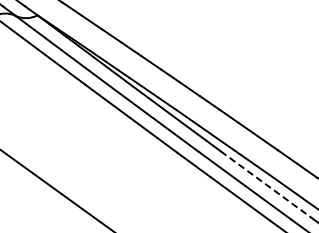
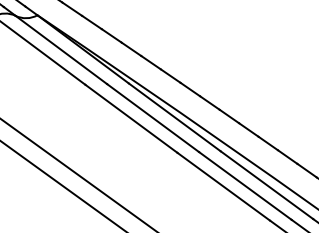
line at (78, 174): none -> present
line at (267, 185): dashed -> solid
line at (56, 190) position: (56, 190) -> (62, 185)
